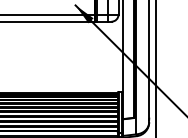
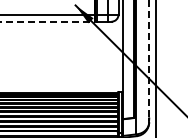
line at (48, 21): solid -> dashed
line at (149, 58): solid -> dashed
